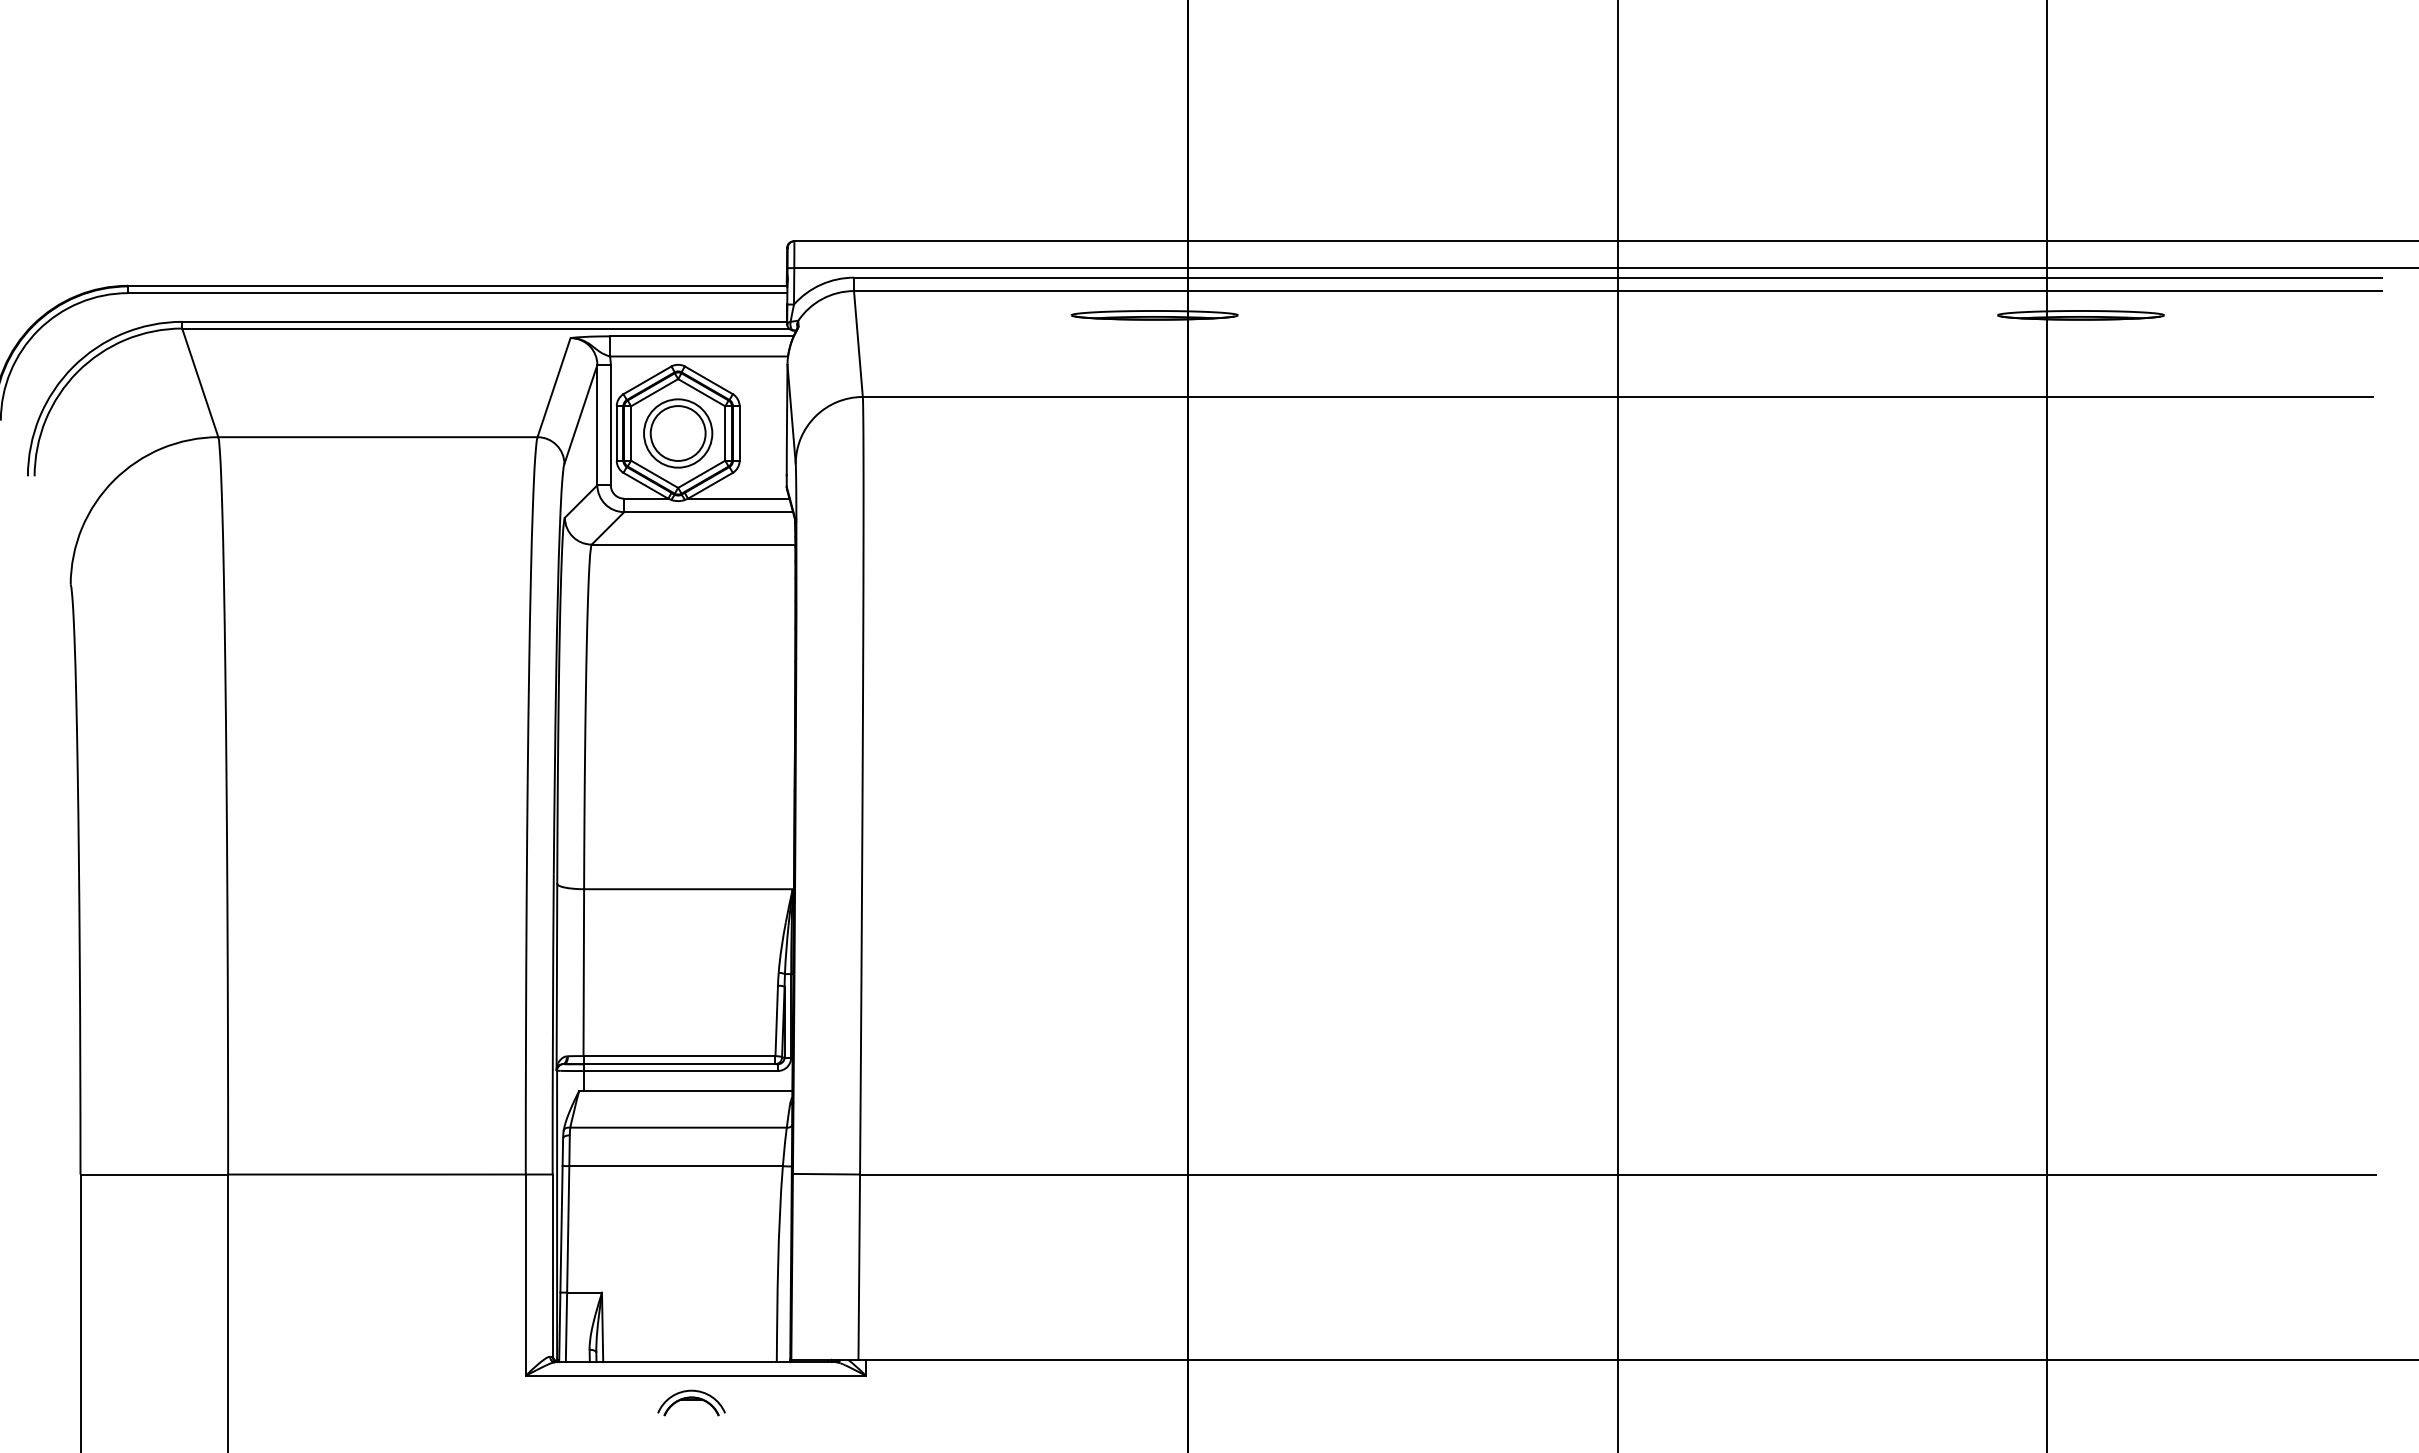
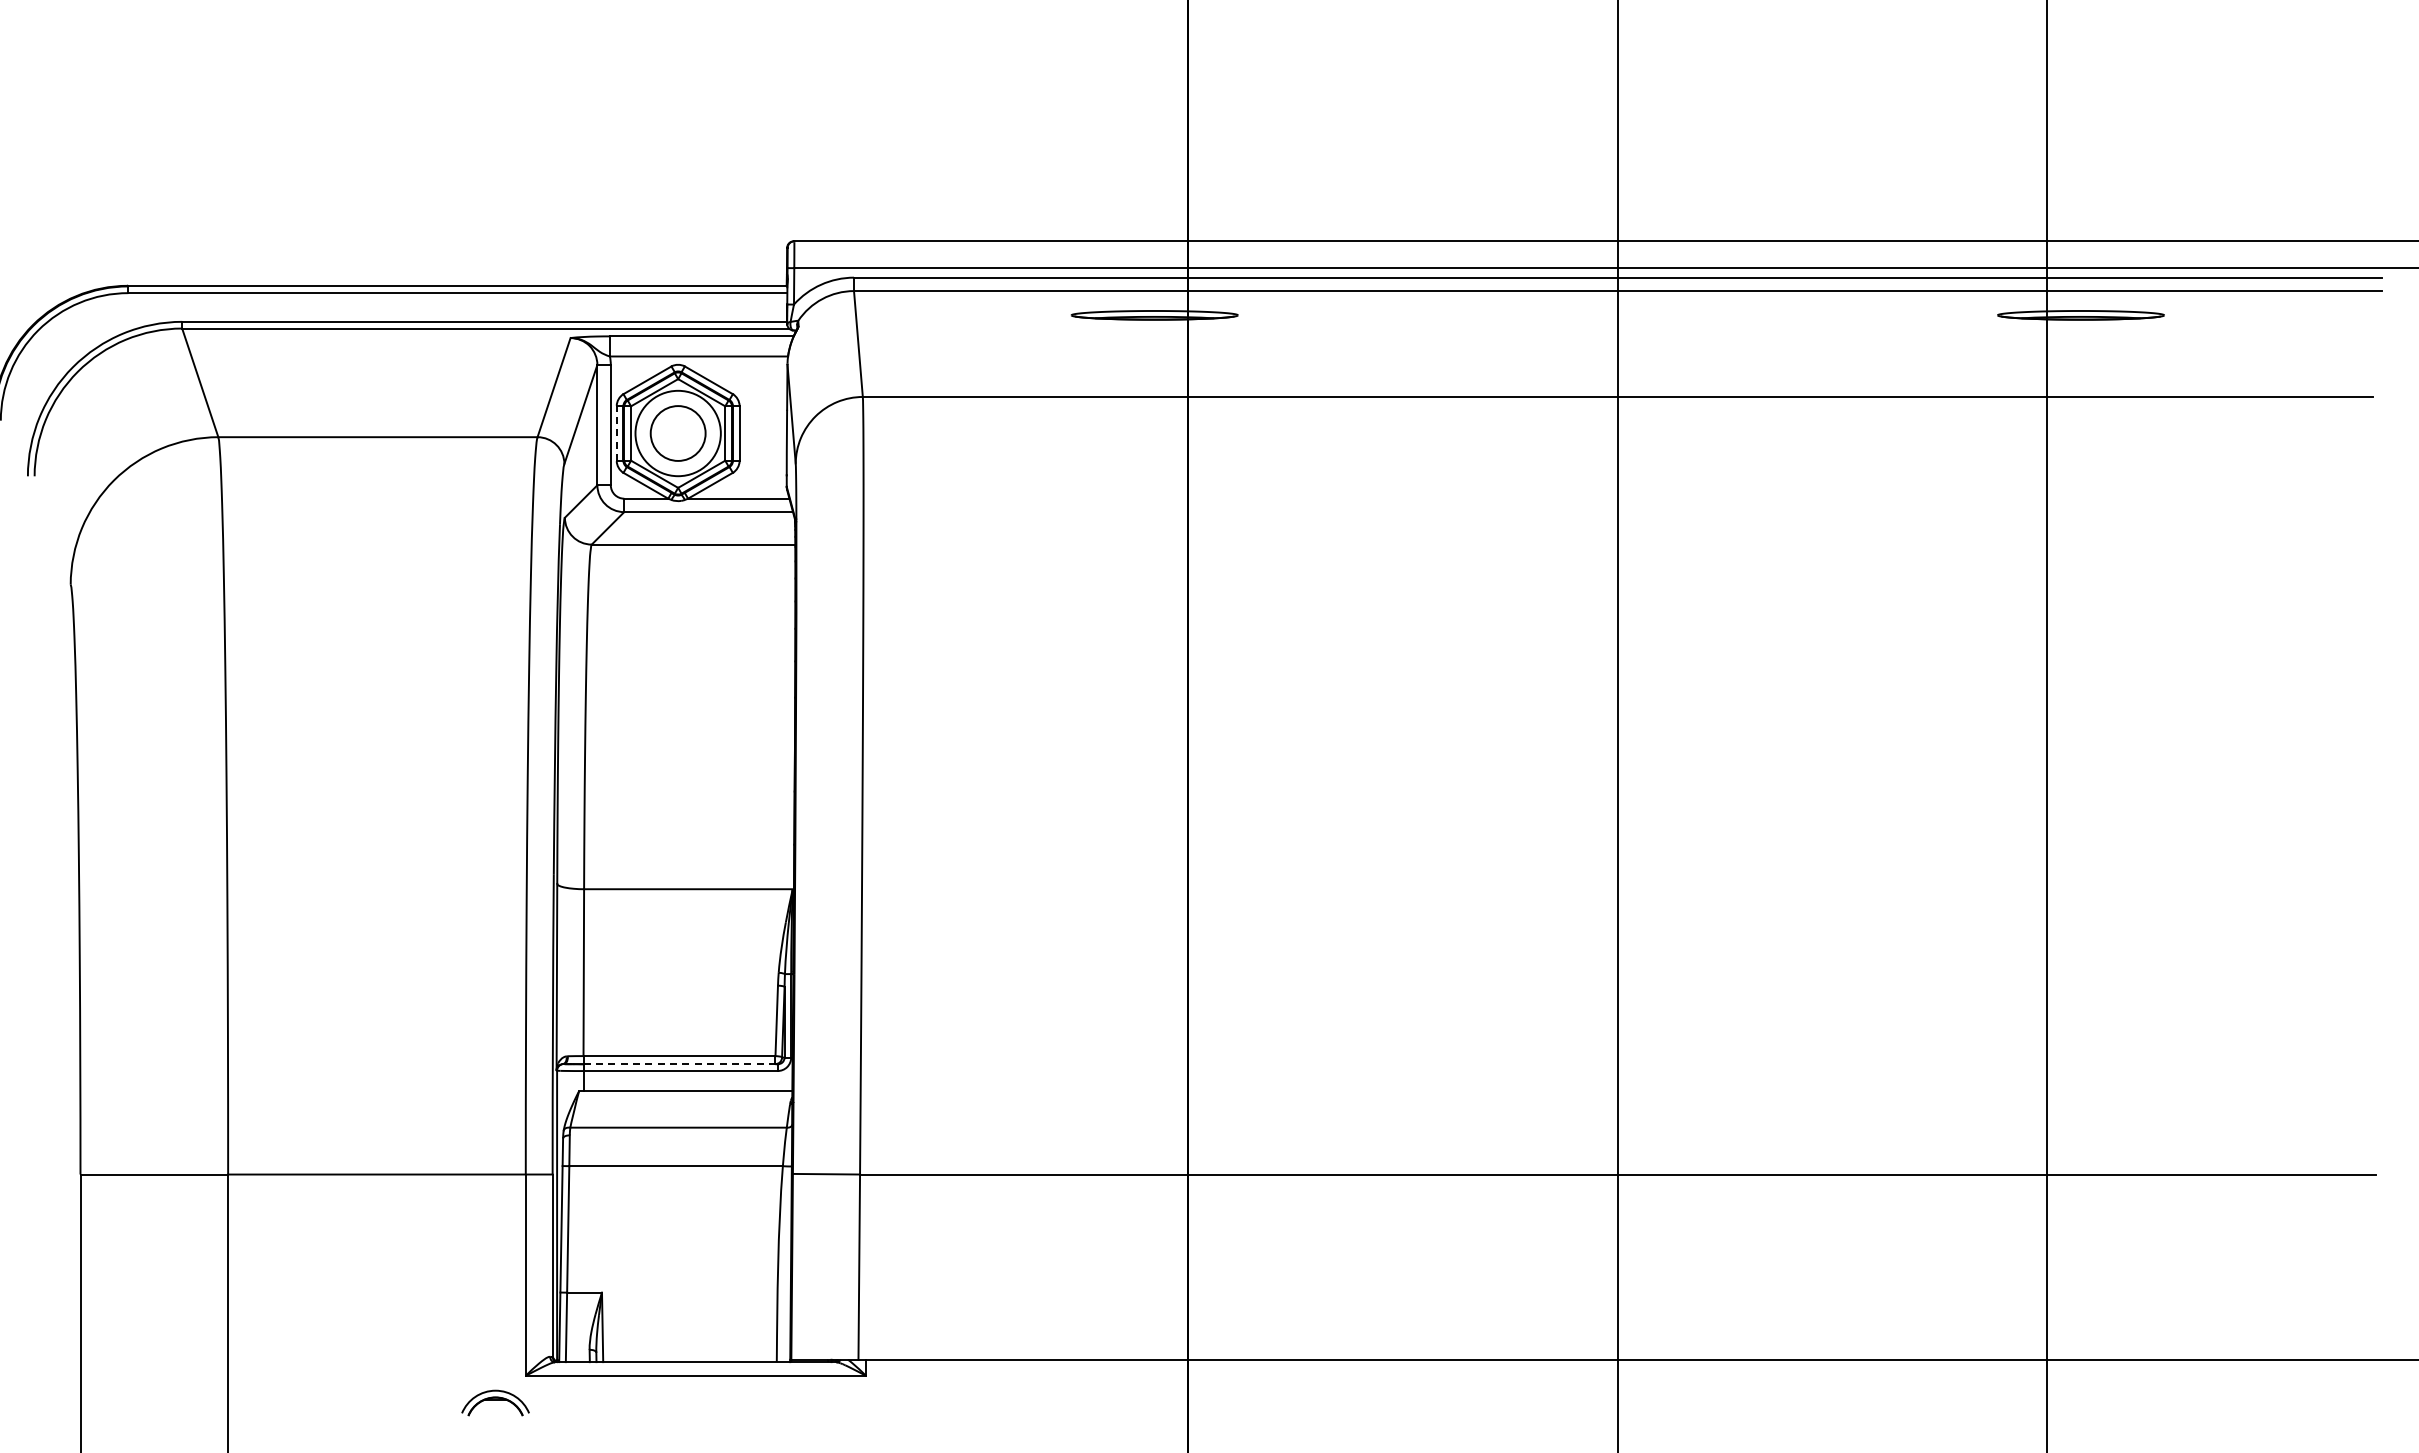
line at (616, 433): solid -> dashed
circle at (678, 433) diameter: 68 px -> 85 px
line at (679, 1064): solid -> dashed
part at (691, 1402) position: (691, 1402) -> (495, 1402)
